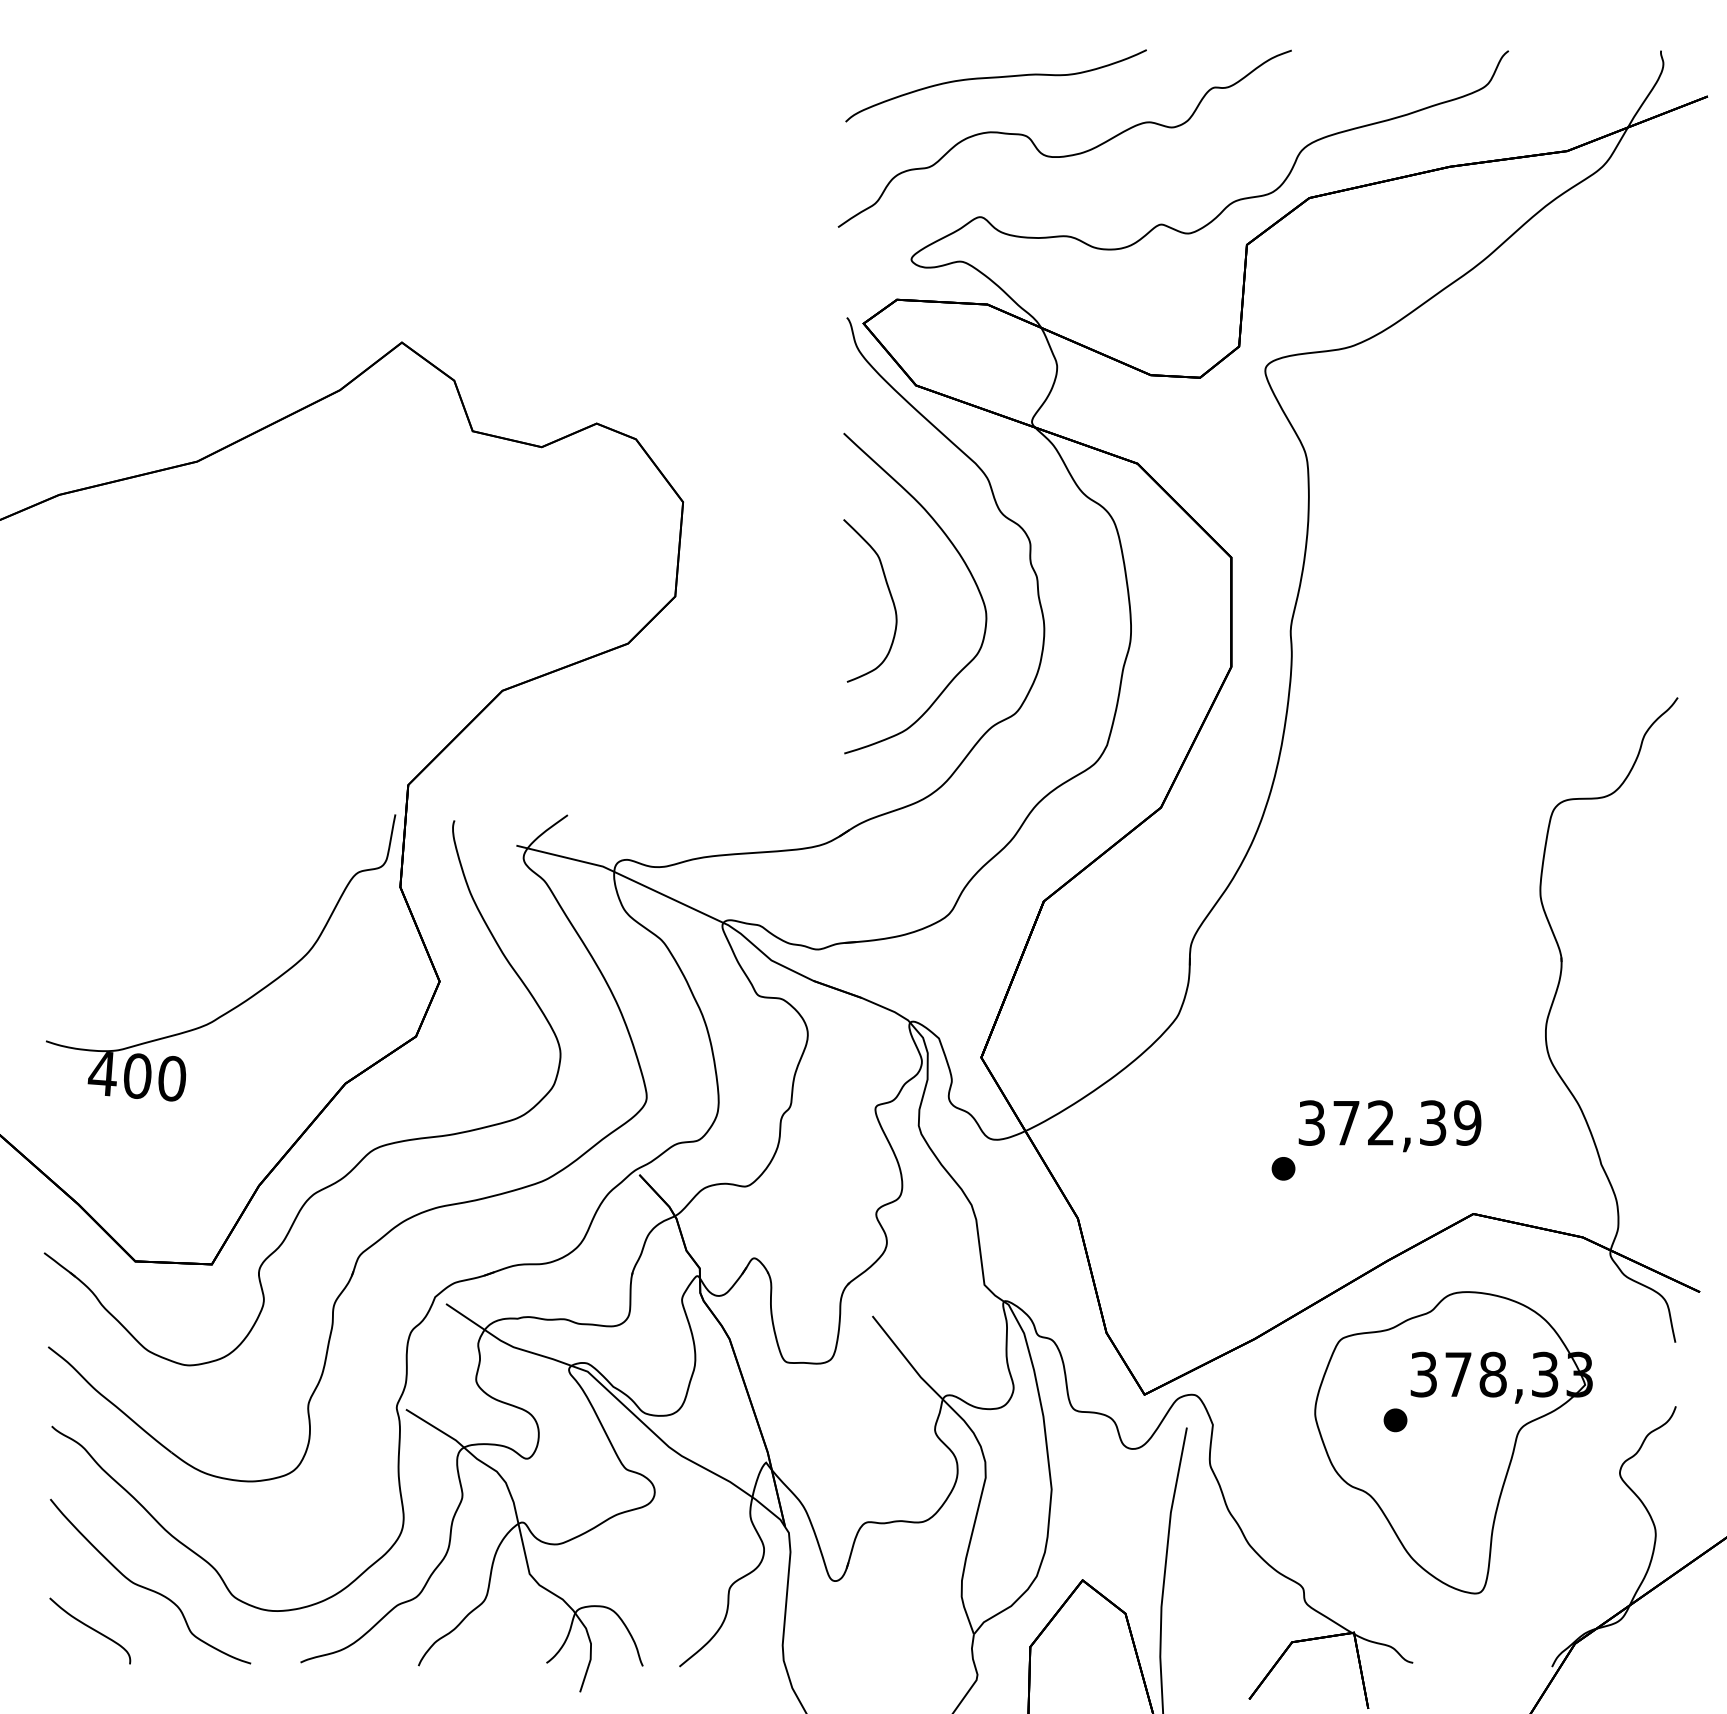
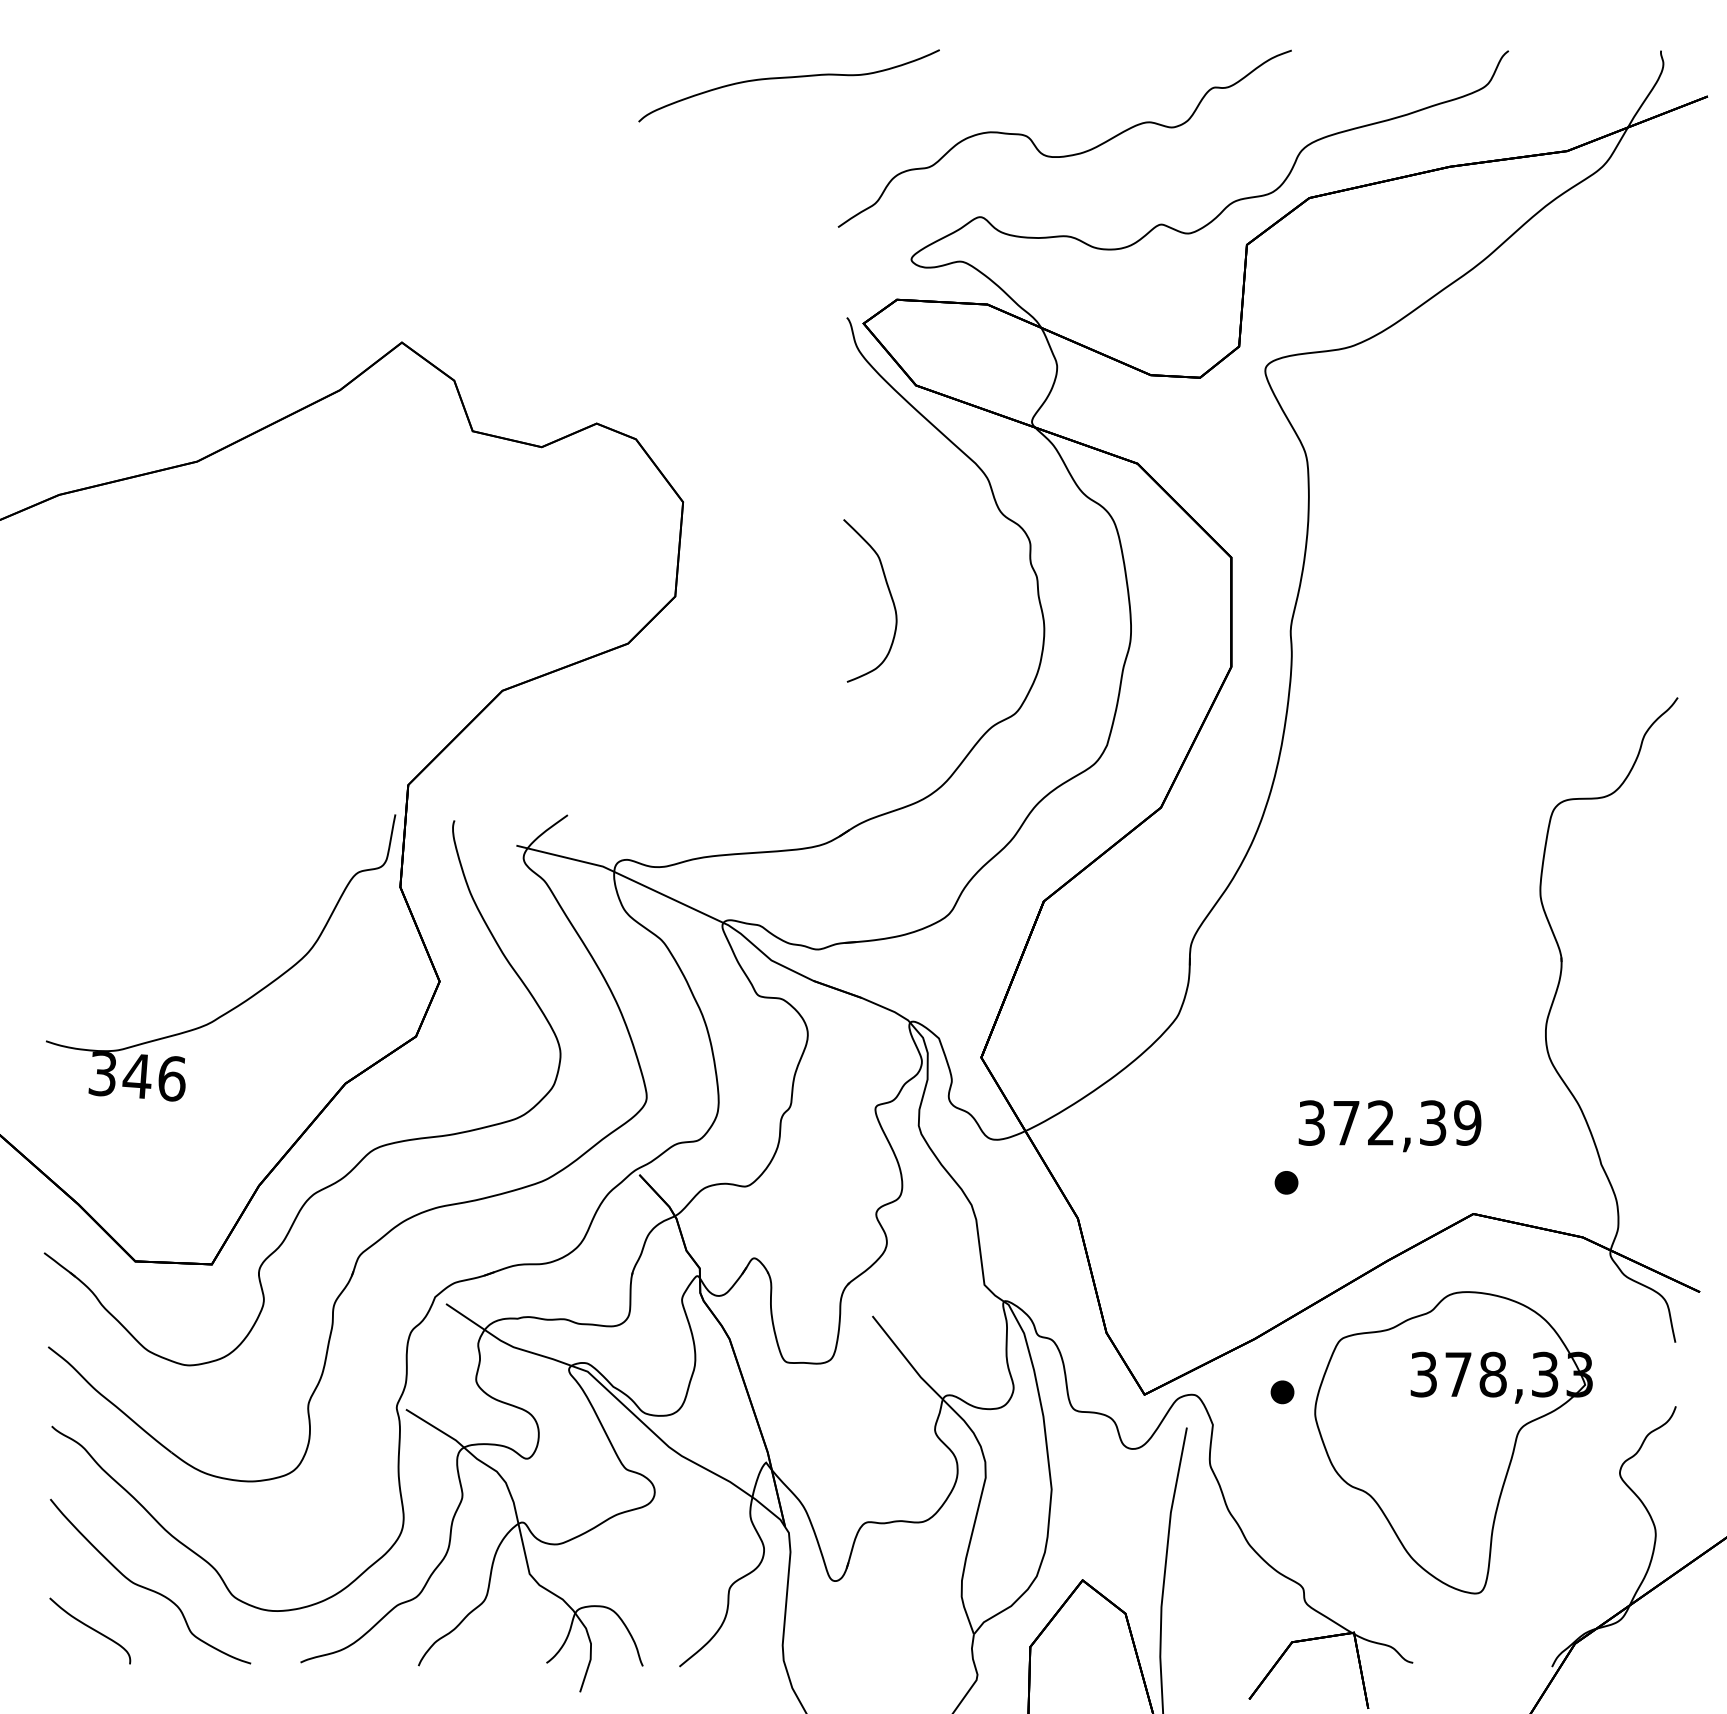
curve at (995, 78) position: (995, 78) -> (788, 78)
curve at (964, 564): present -> none
text at (136, 1076): 400 -> 346
part at (1283, 1168) position: (1283, 1168) -> (1286, 1182)
part at (1395, 1420) position: (1395, 1420) -> (1282, 1392)
